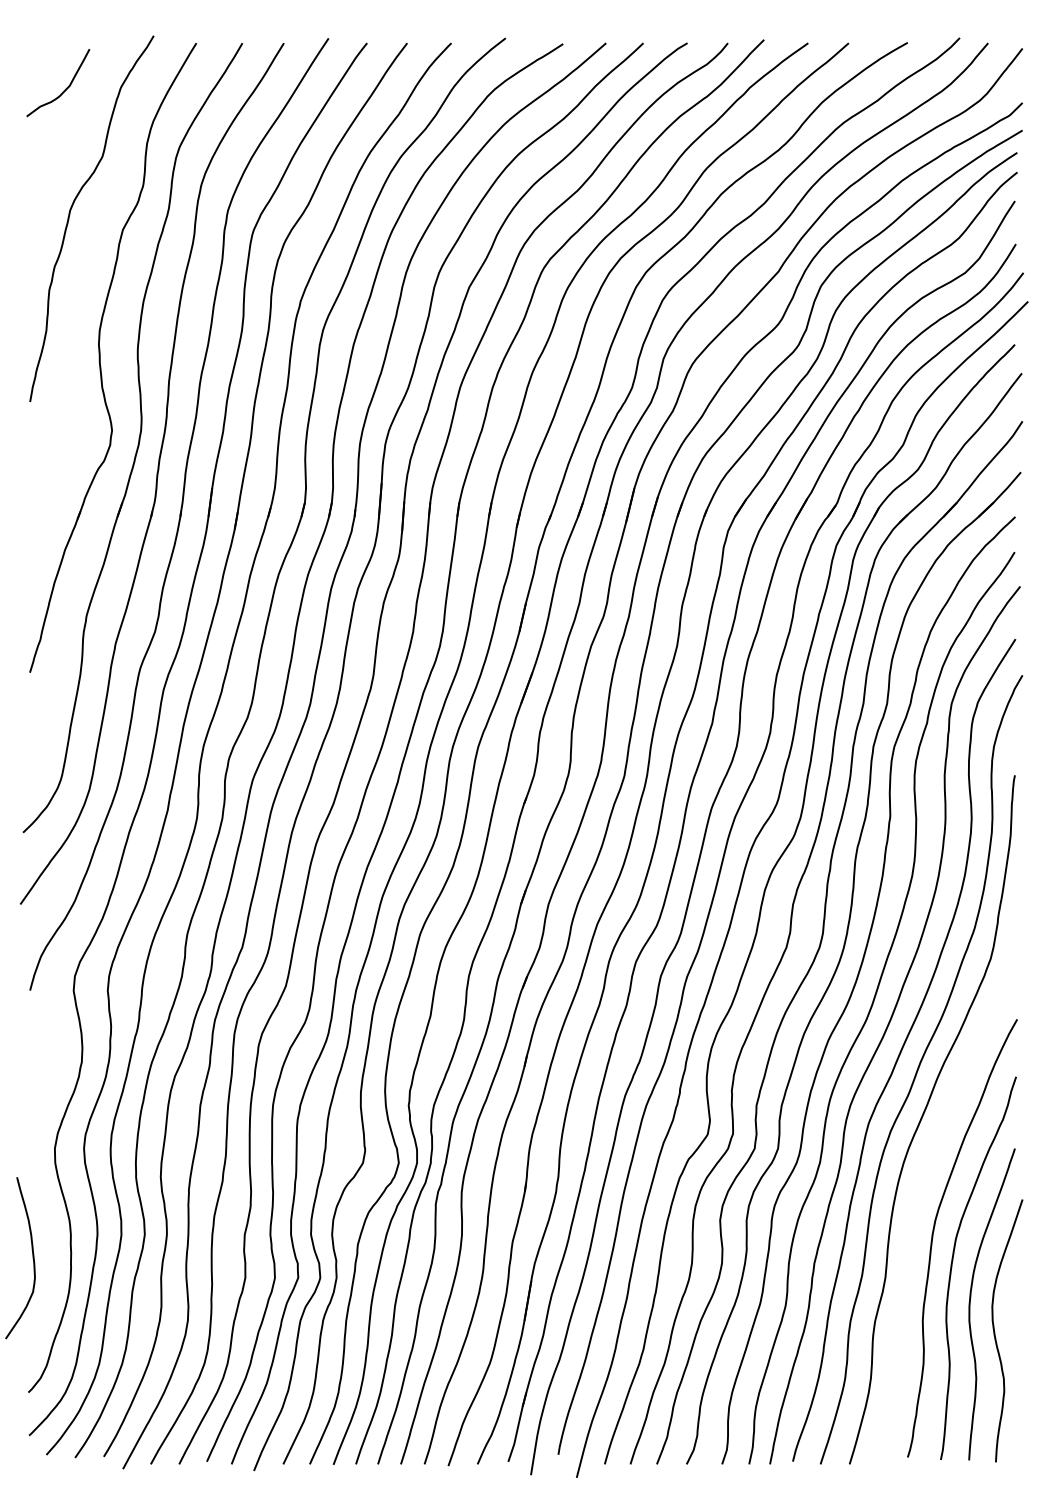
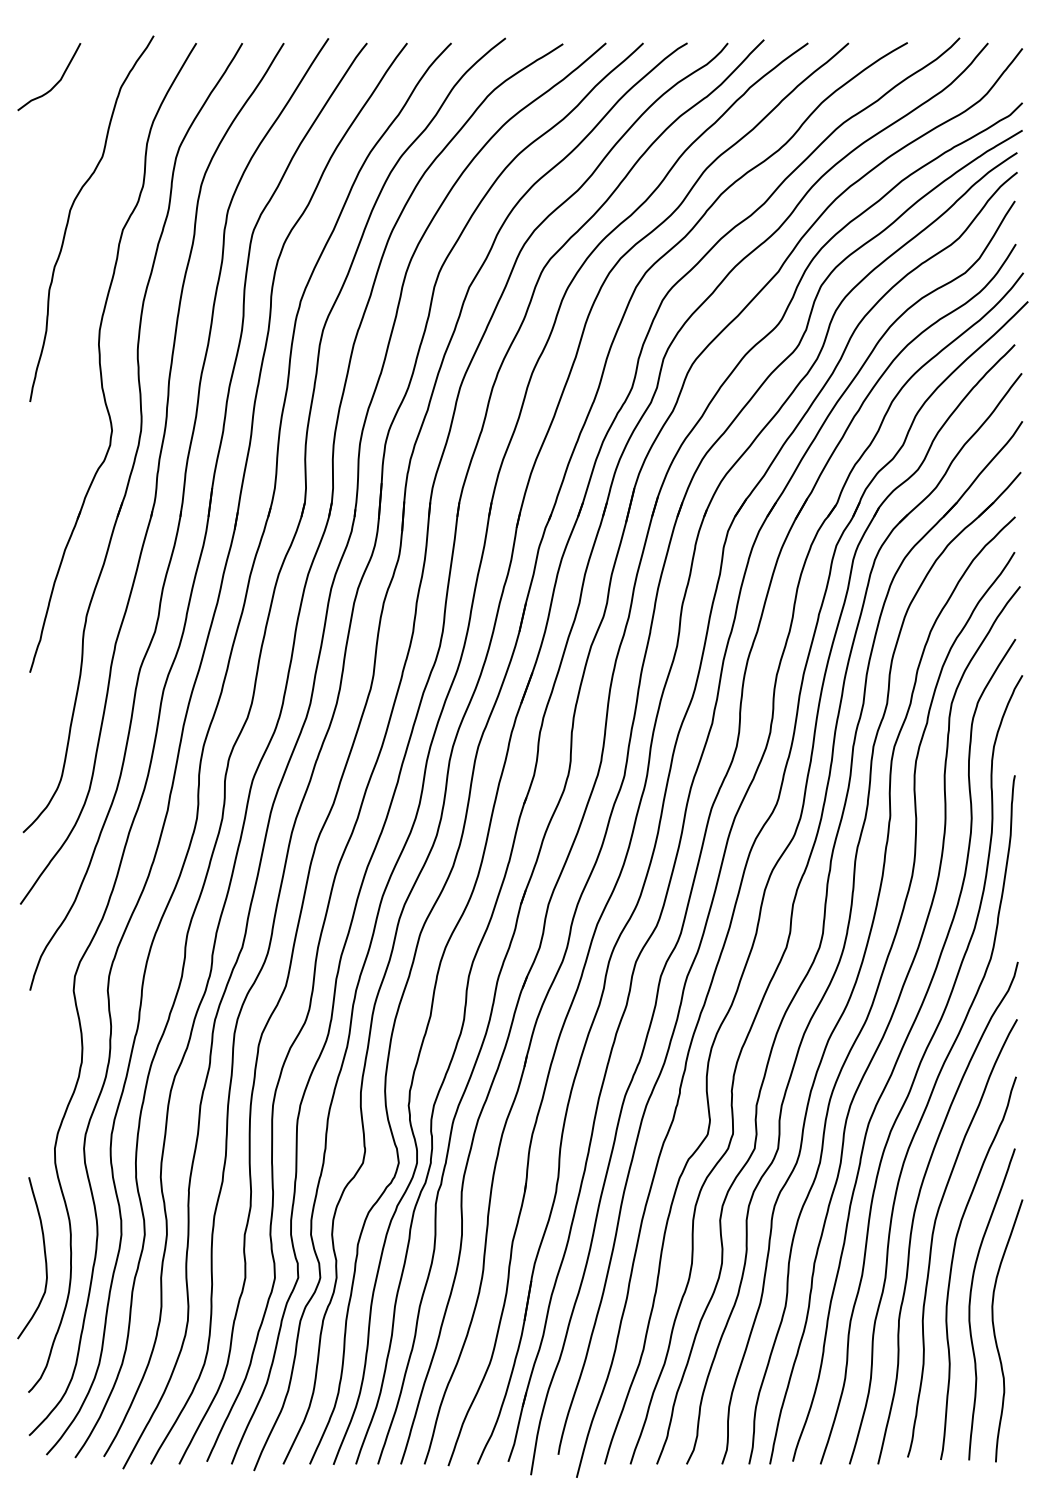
curve at (64, 89) position: (64, 89) -> (55, 83)
curve at (917, 1205): none -> present
curve at (32, 1258) position: (32, 1258) -> (44, 1258)
